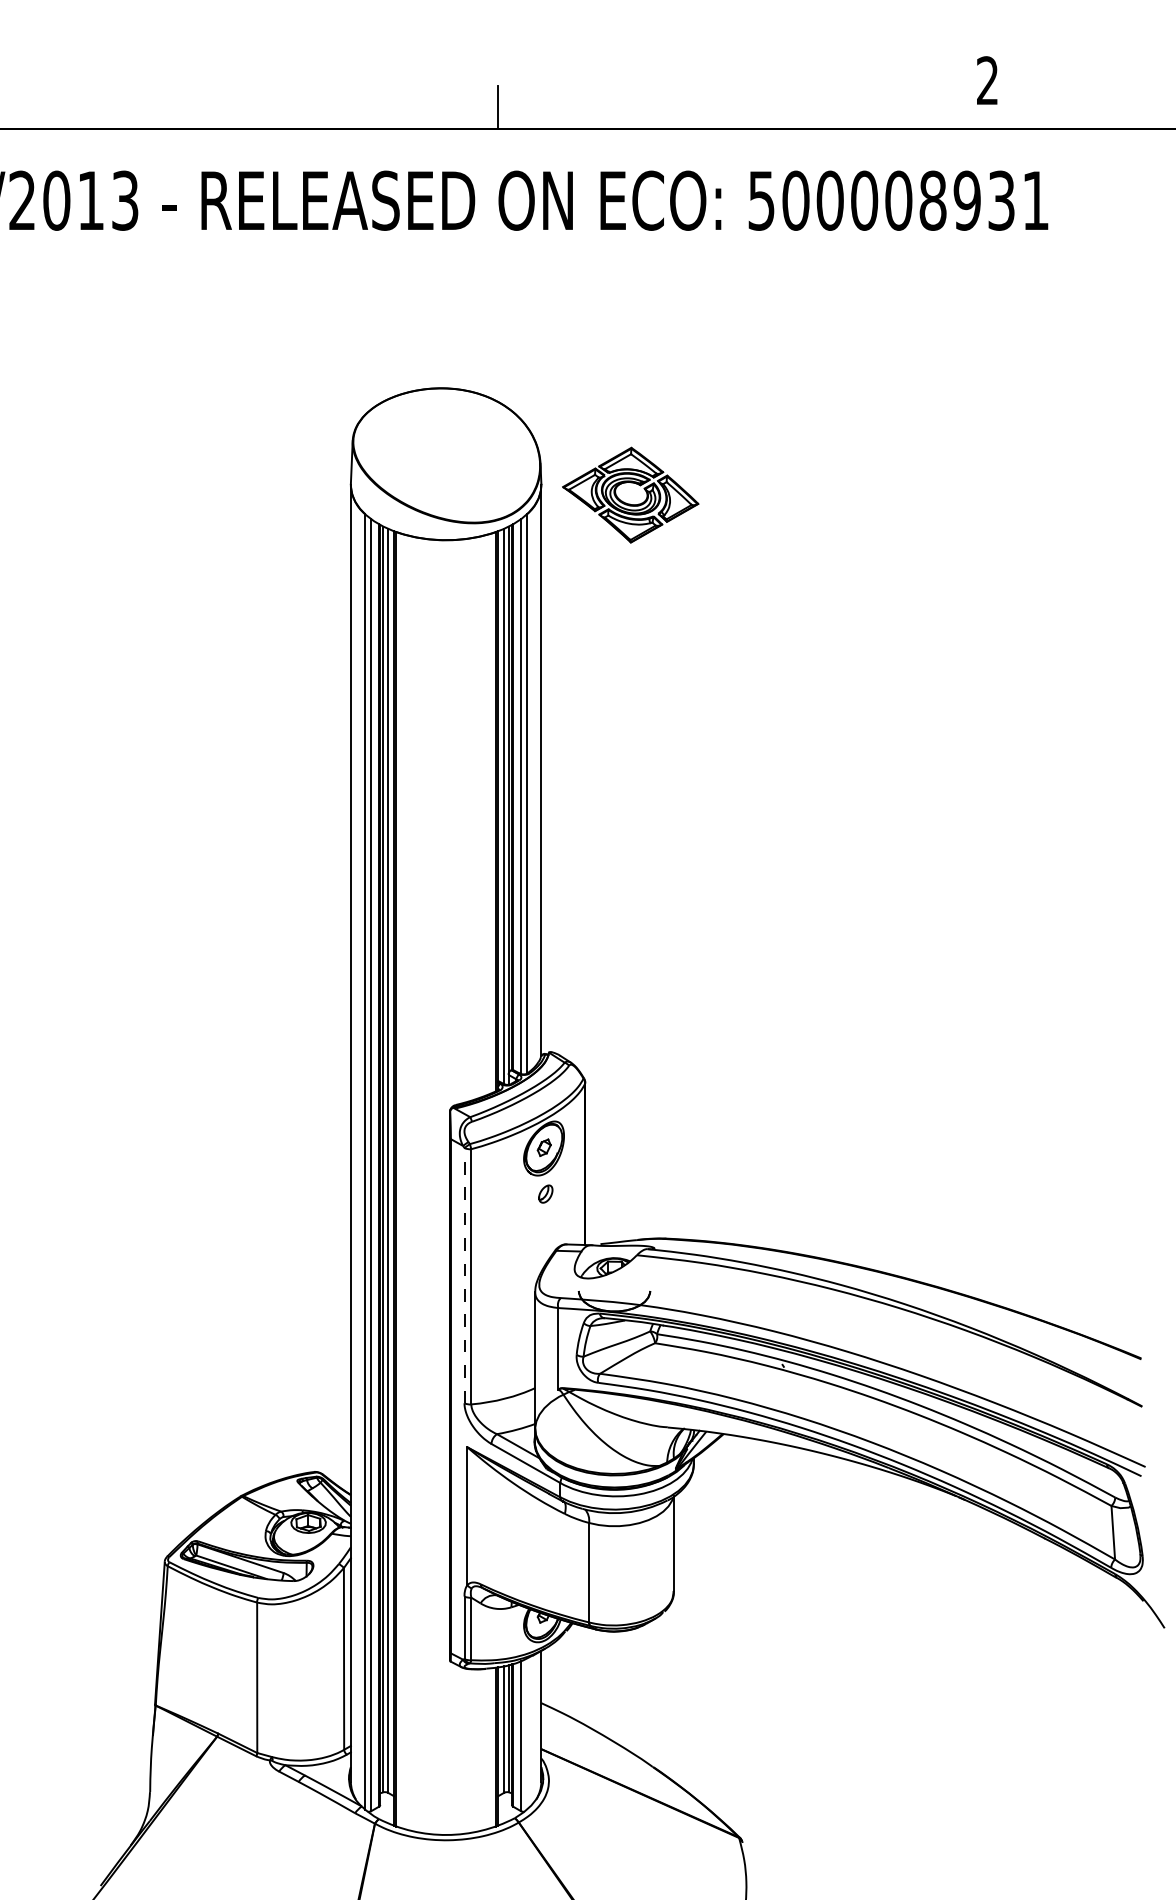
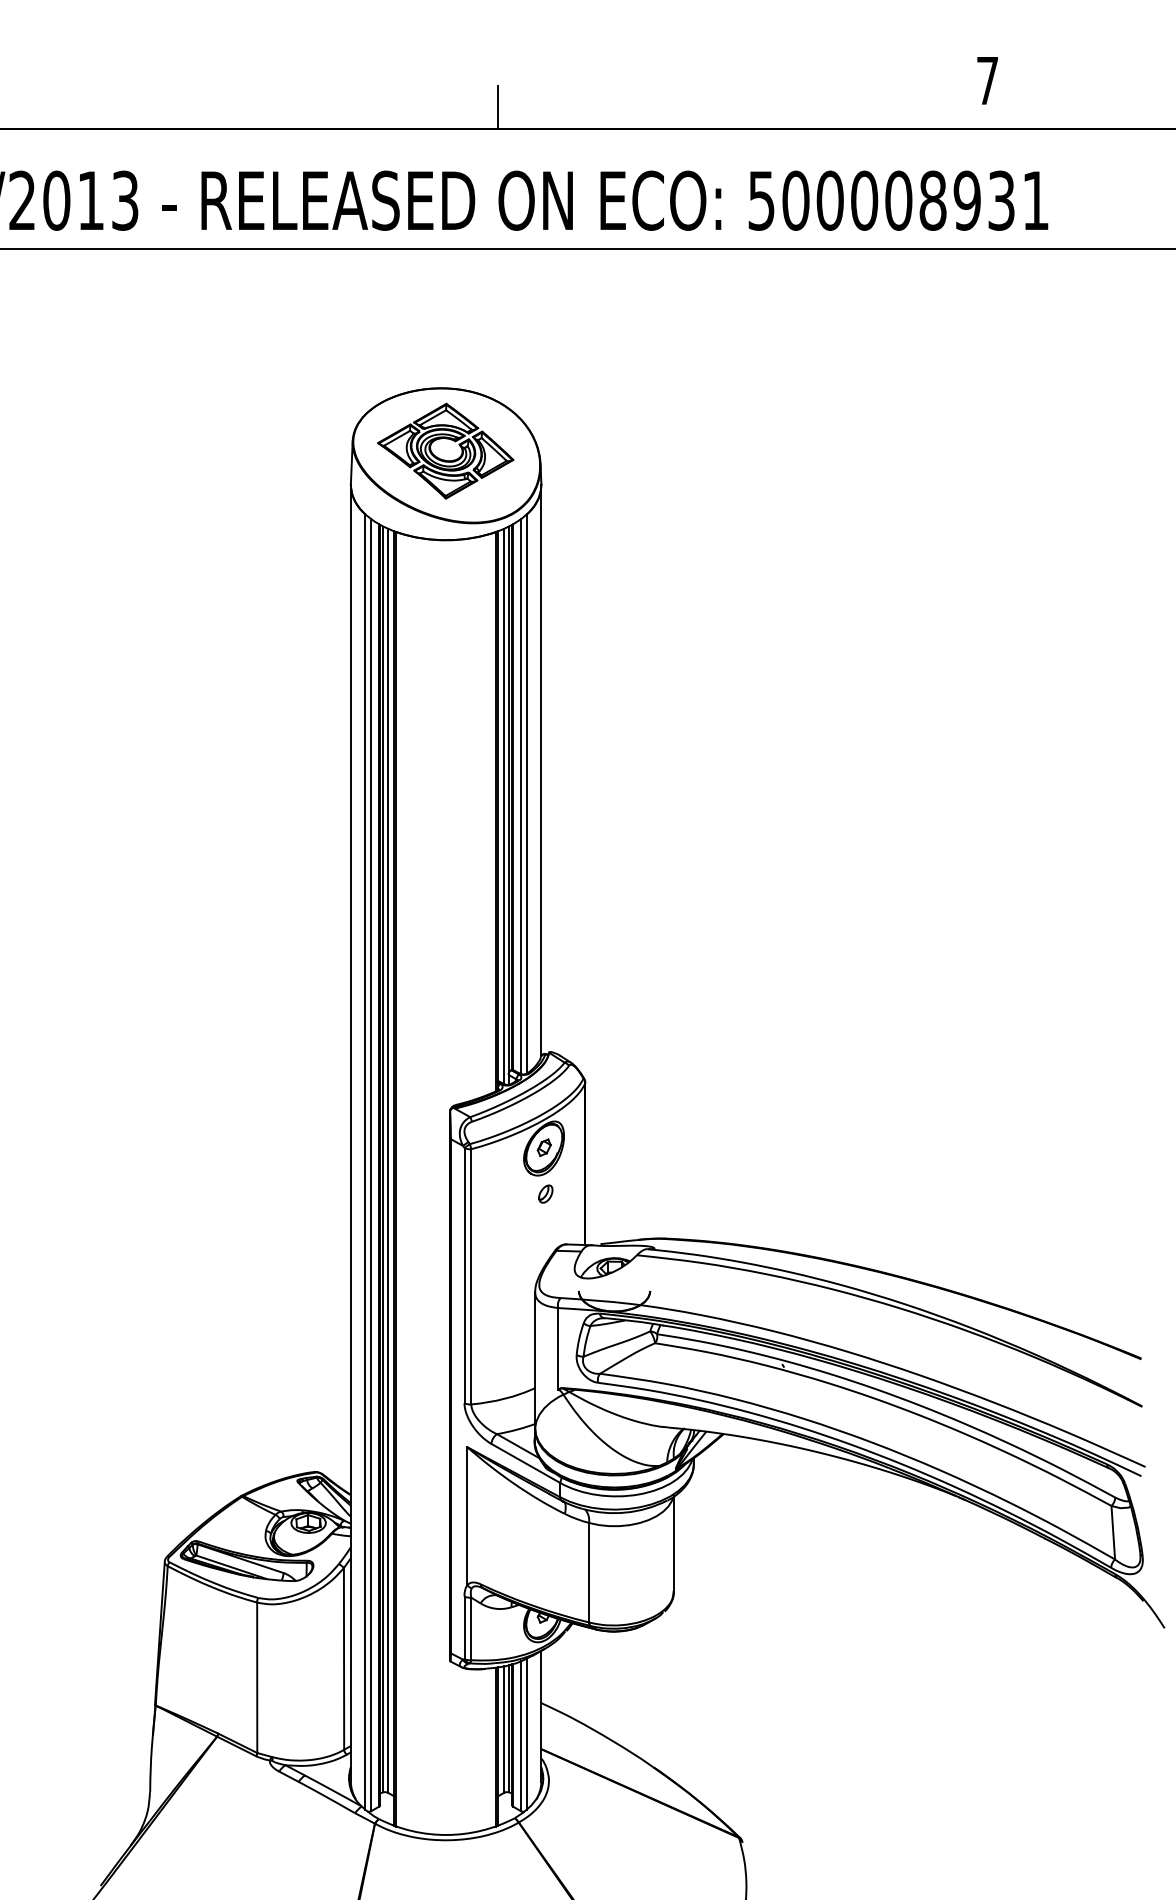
text at (987, 80): 2 -> 7
line at (587, 248): none -> present
part at (626, 502) position: (626, 502) -> (441, 458)
line at (464, 1275): dashed -> solid
line at (527, 1733): none -> present
